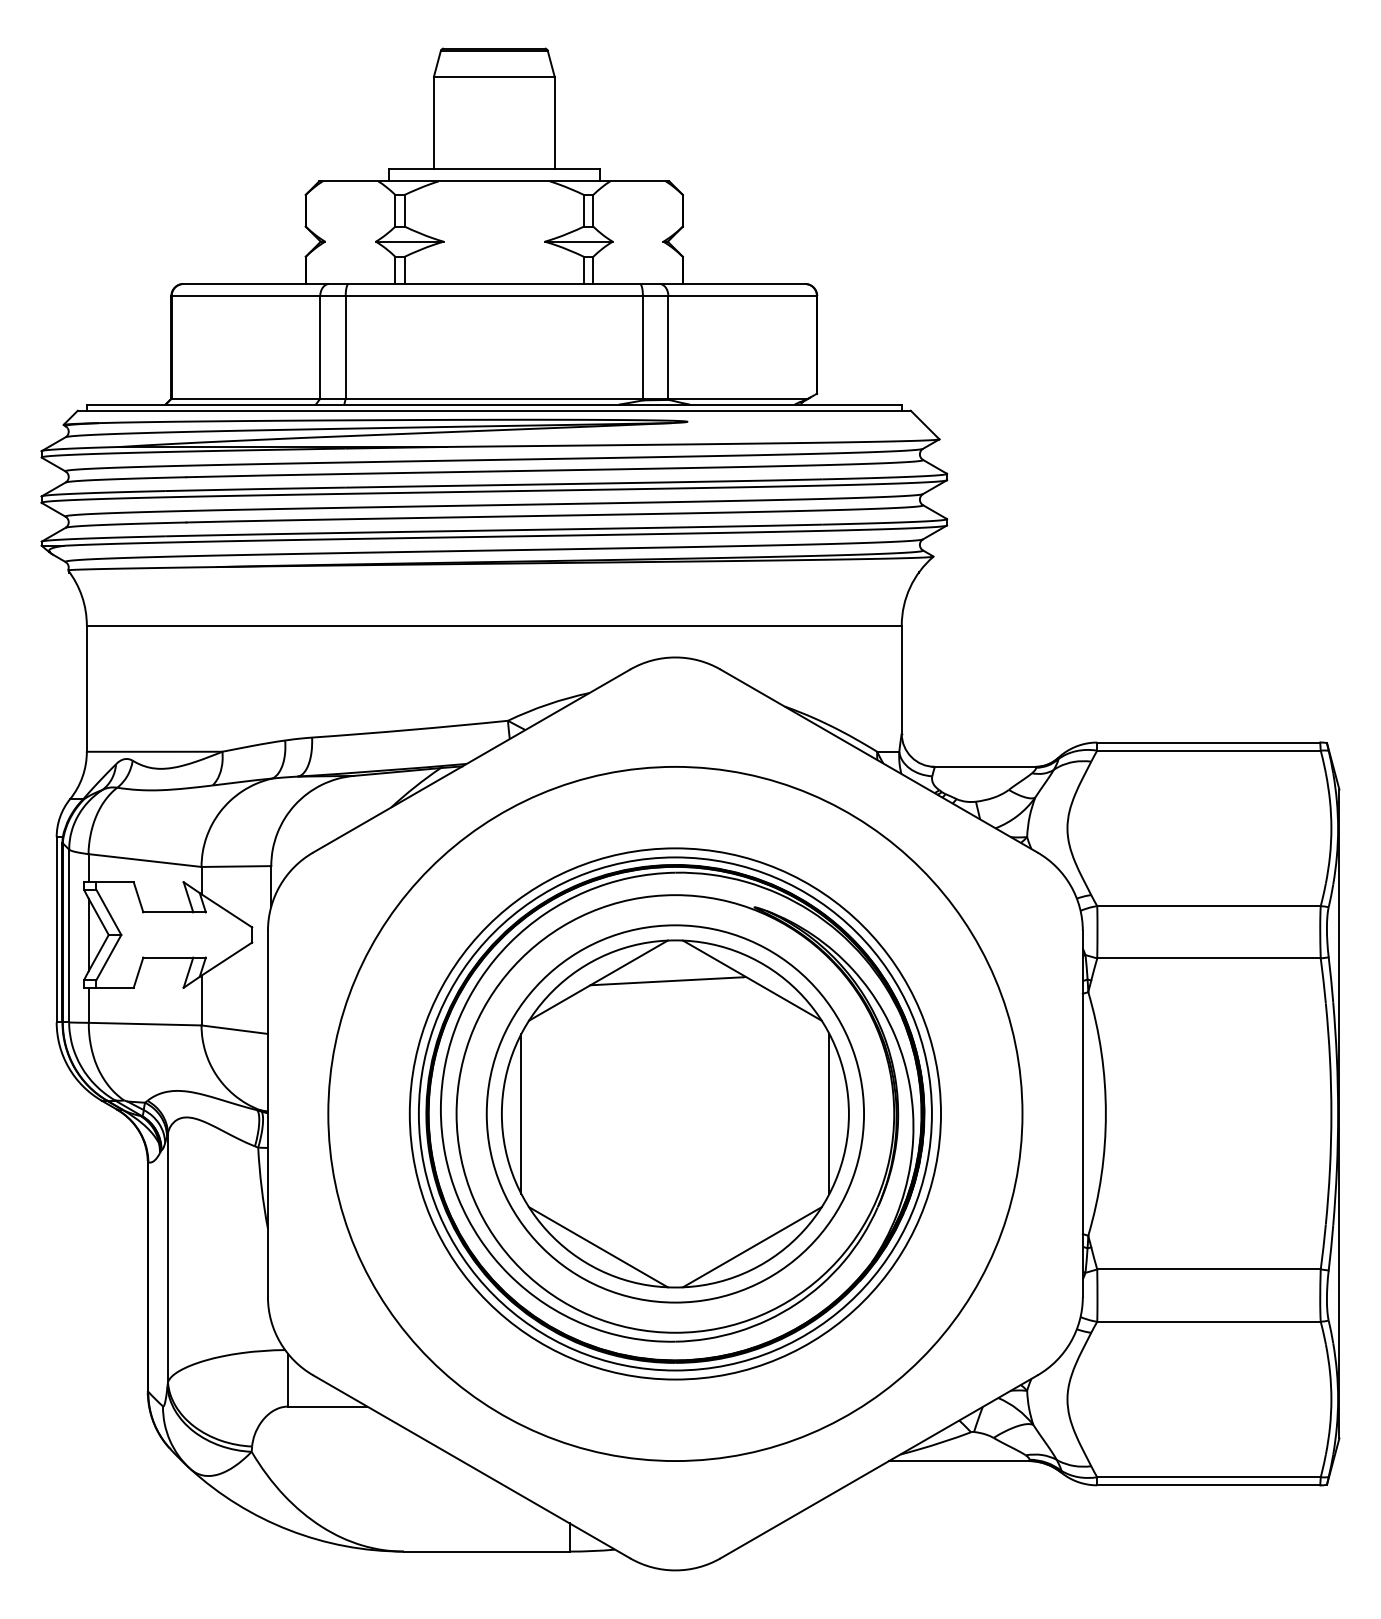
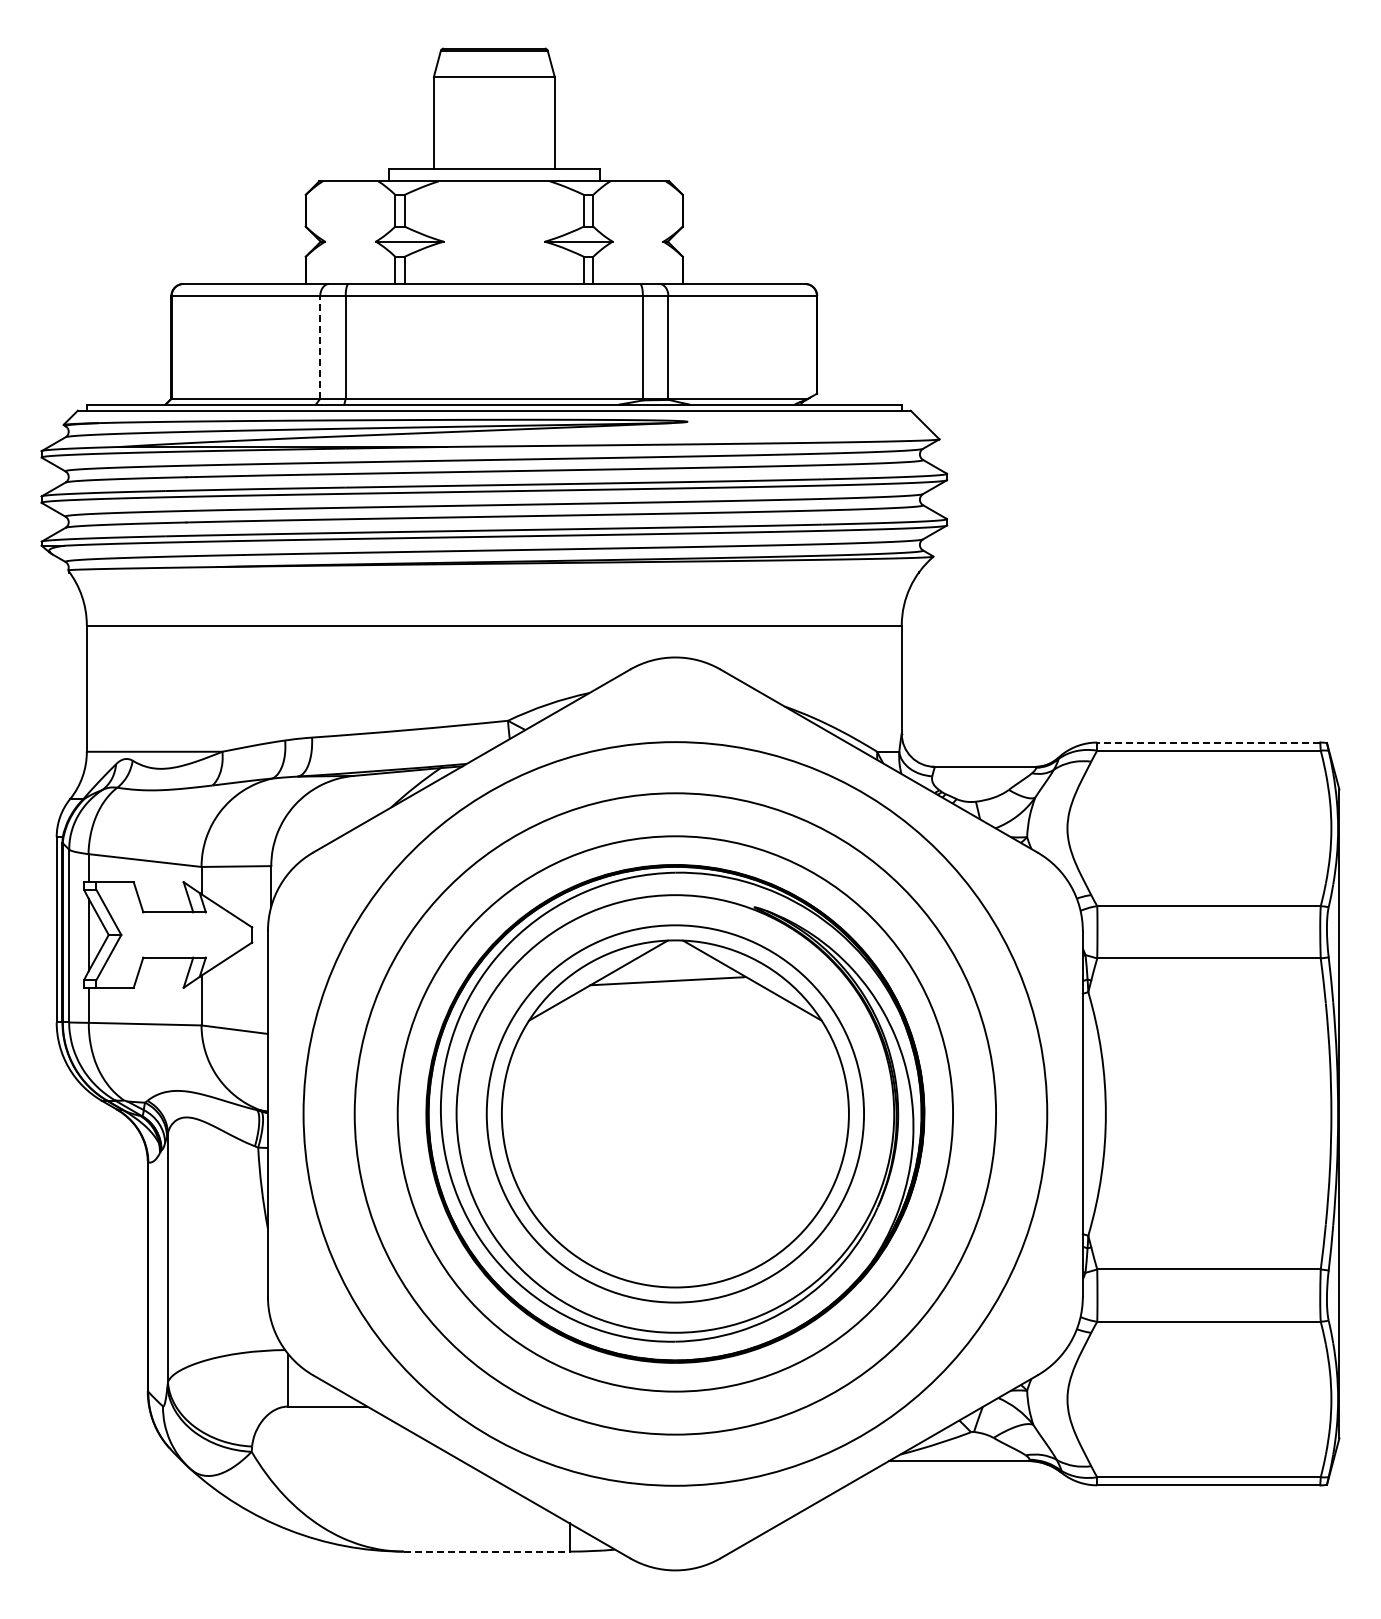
line at (320, 346): solid -> dashed
line at (1208, 742): solid -> dashed
line at (521, 1113): present -> none
circle at (674, 1113) diameter: 513 px -> 641 px
circle at (675, 1113) diameter: 531 px -> 744 px
circle at (675, 1113) diameter: 694 px -> 555 px
line at (829, 1113): present -> none
line at (598, 1247): present -> none
line at (751, 1247): present -> none
line at (486, 1551): solid -> dashed
